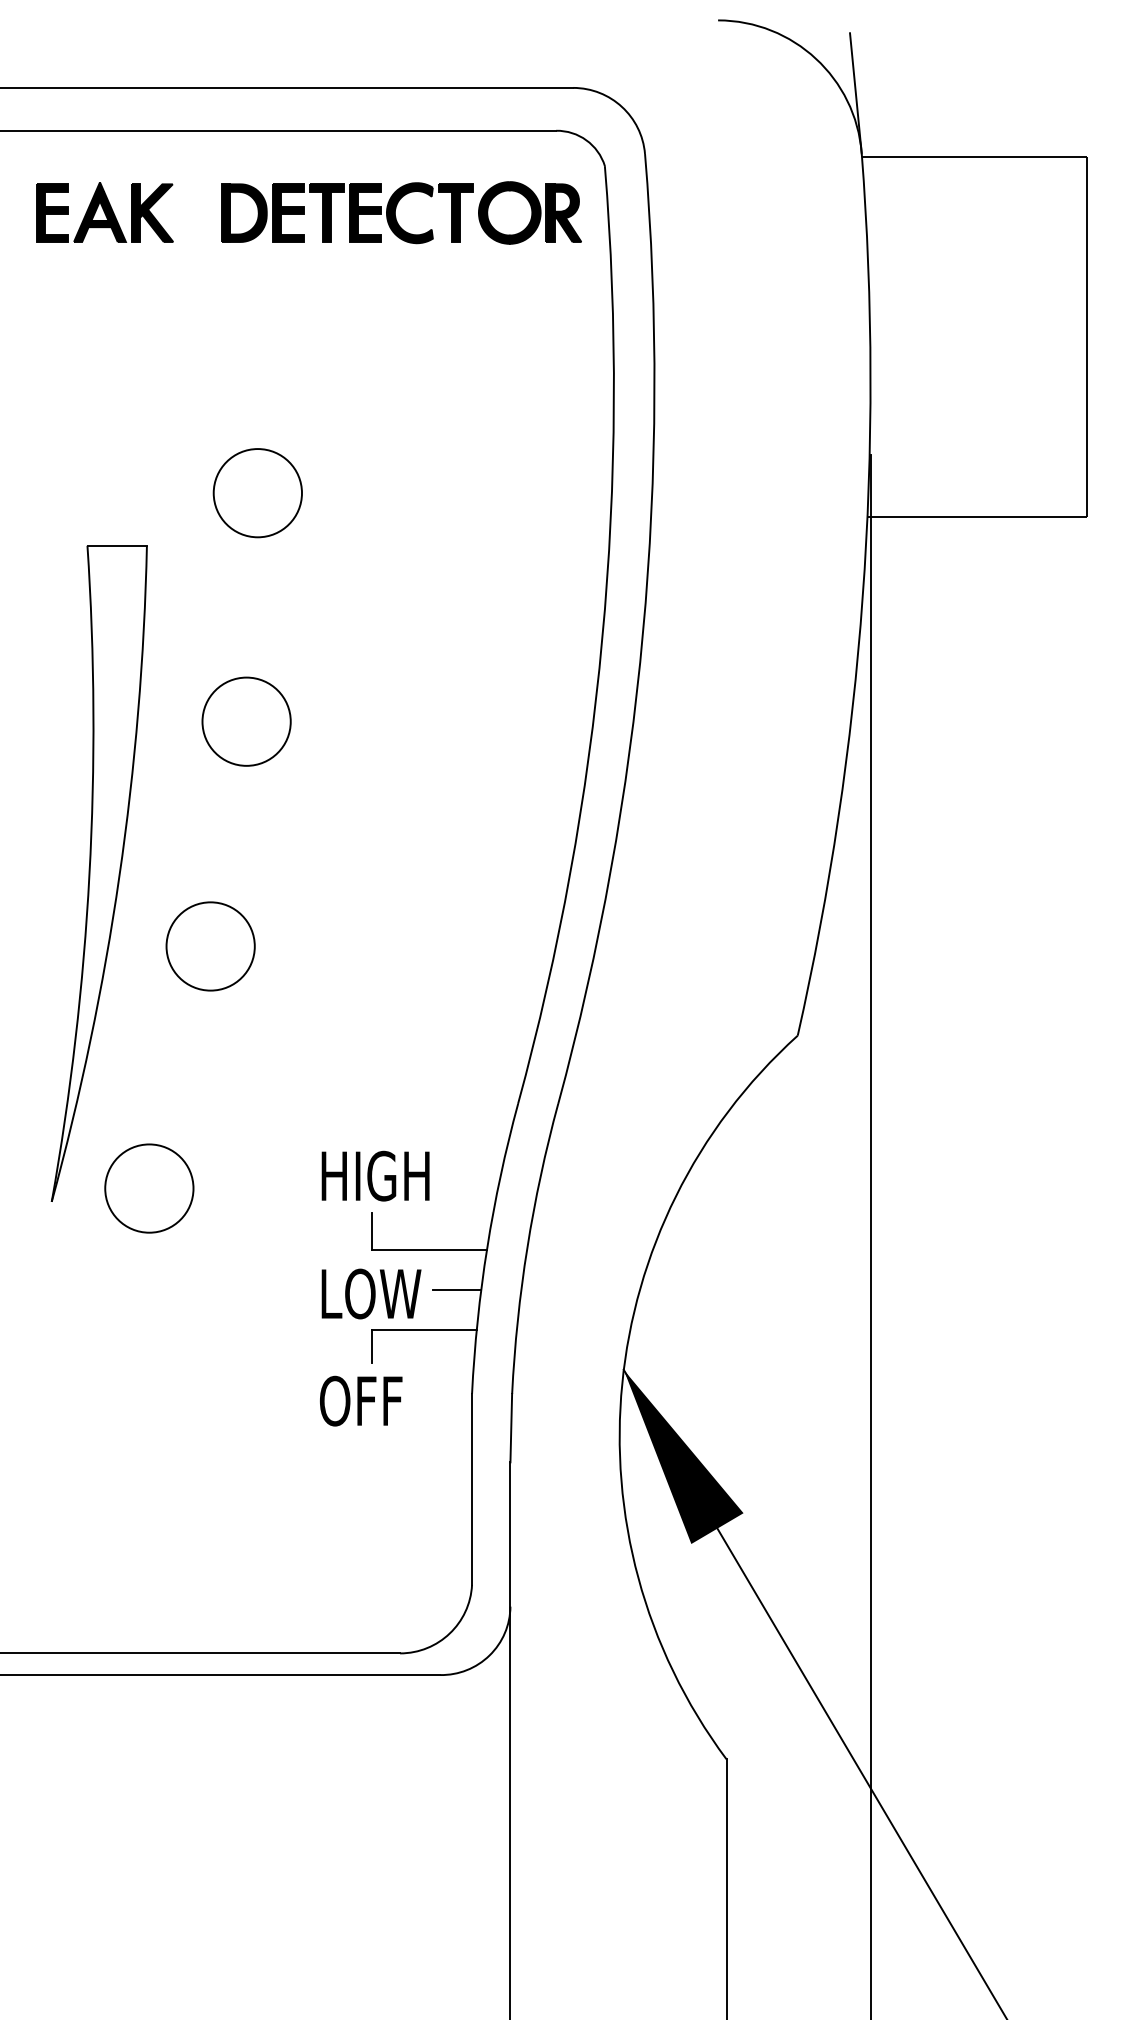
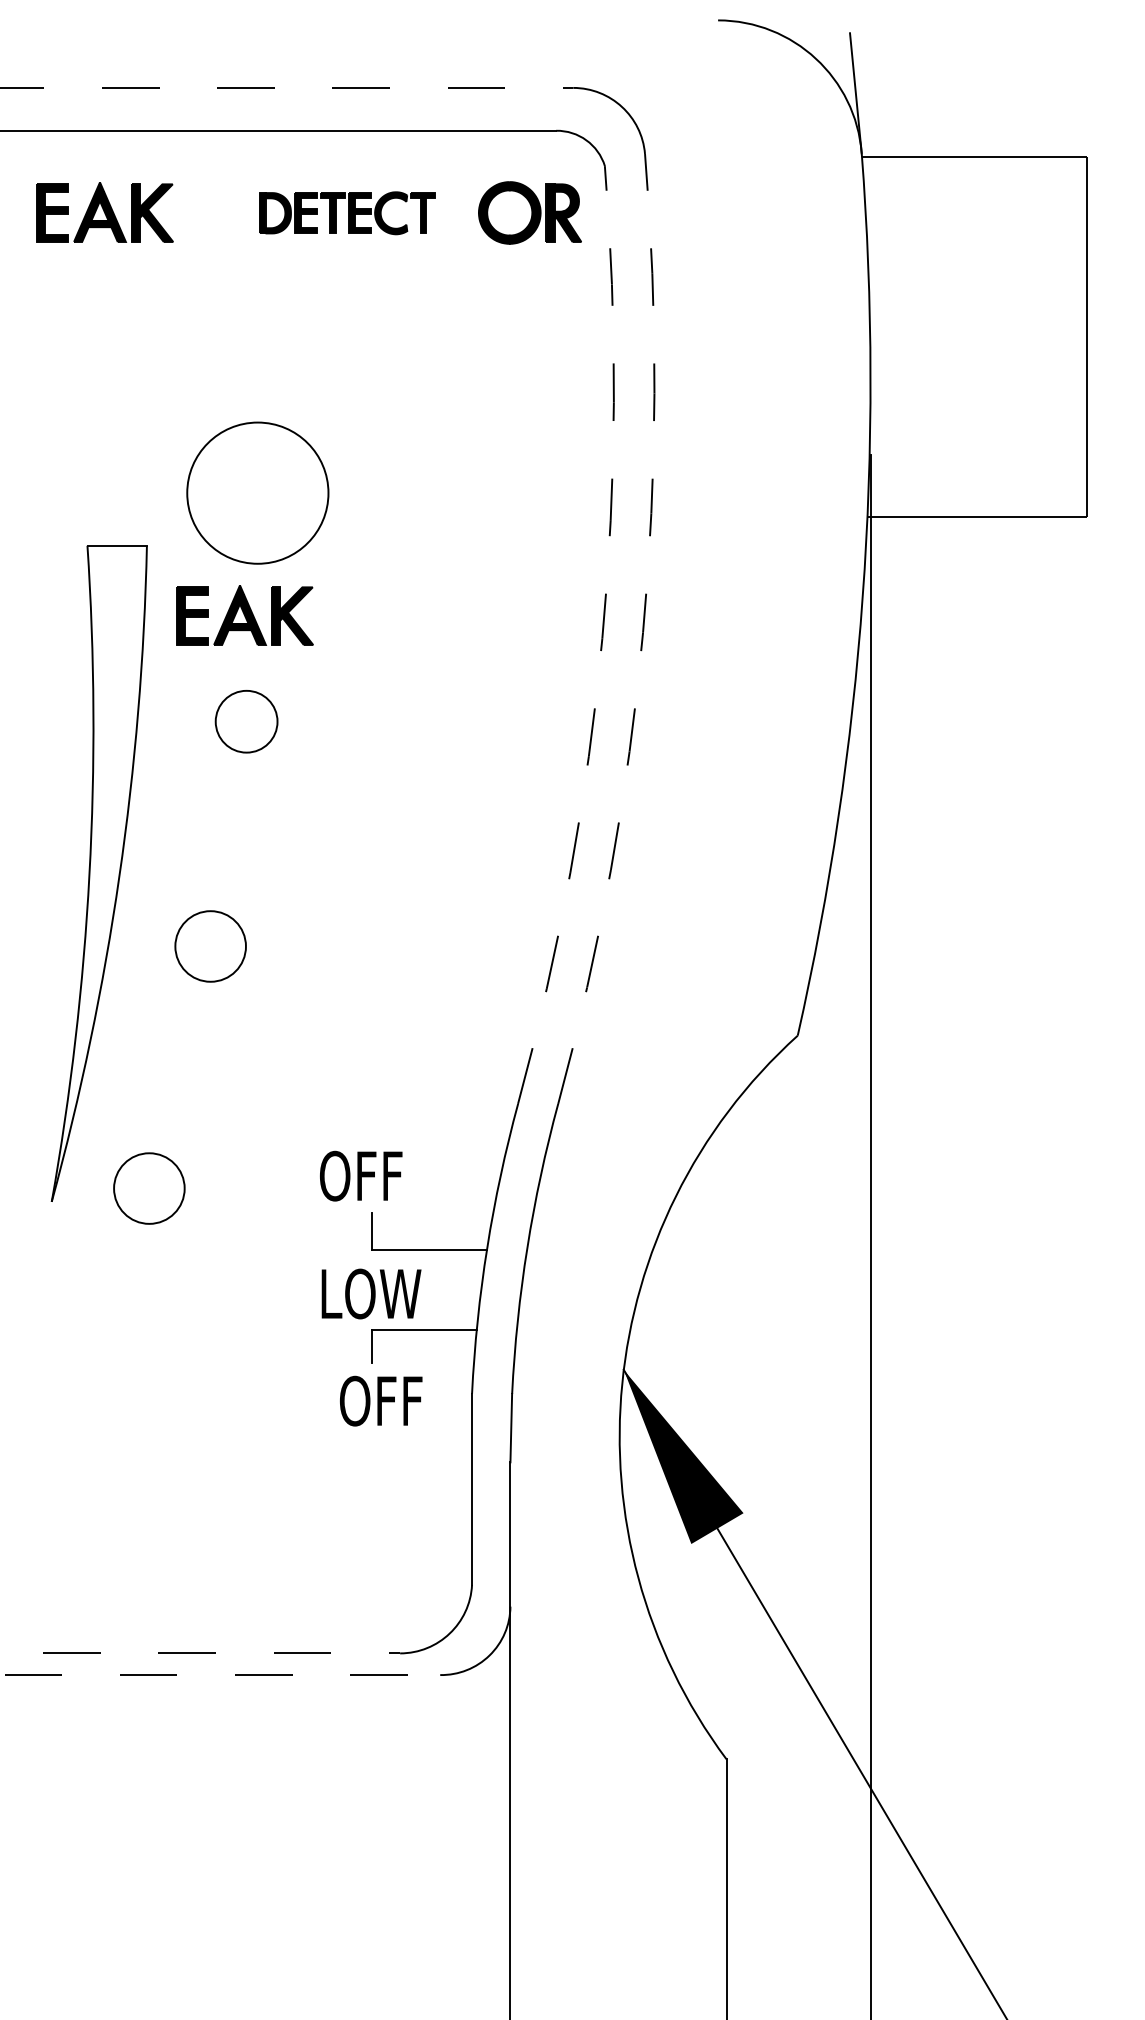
line at (287, 87): solid -> dashed
part at (347, 213) size: 253x63 px -> 177x45 px
circle at (257, 493) diameter: 88 px -> 141 px
part at (244, 615): none -> present
arc at (643, 632): solid -> dashed
arc at (602, 638): solid -> dashed
circle at (246, 721) diameter: 88 px -> 62 px
circle at (210, 946) diameter: 88 px -> 71 px
text at (374, 1175): HIGH -> OFF
circle at (149, 1188) diameter: 88 px -> 71 px
line at (456, 1290): present -> none
text at (361, 1400) position: (361, 1400) -> (381, 1400)
line at (200, 1653): solid -> dashed
line at (220, 1675): solid -> dashed
